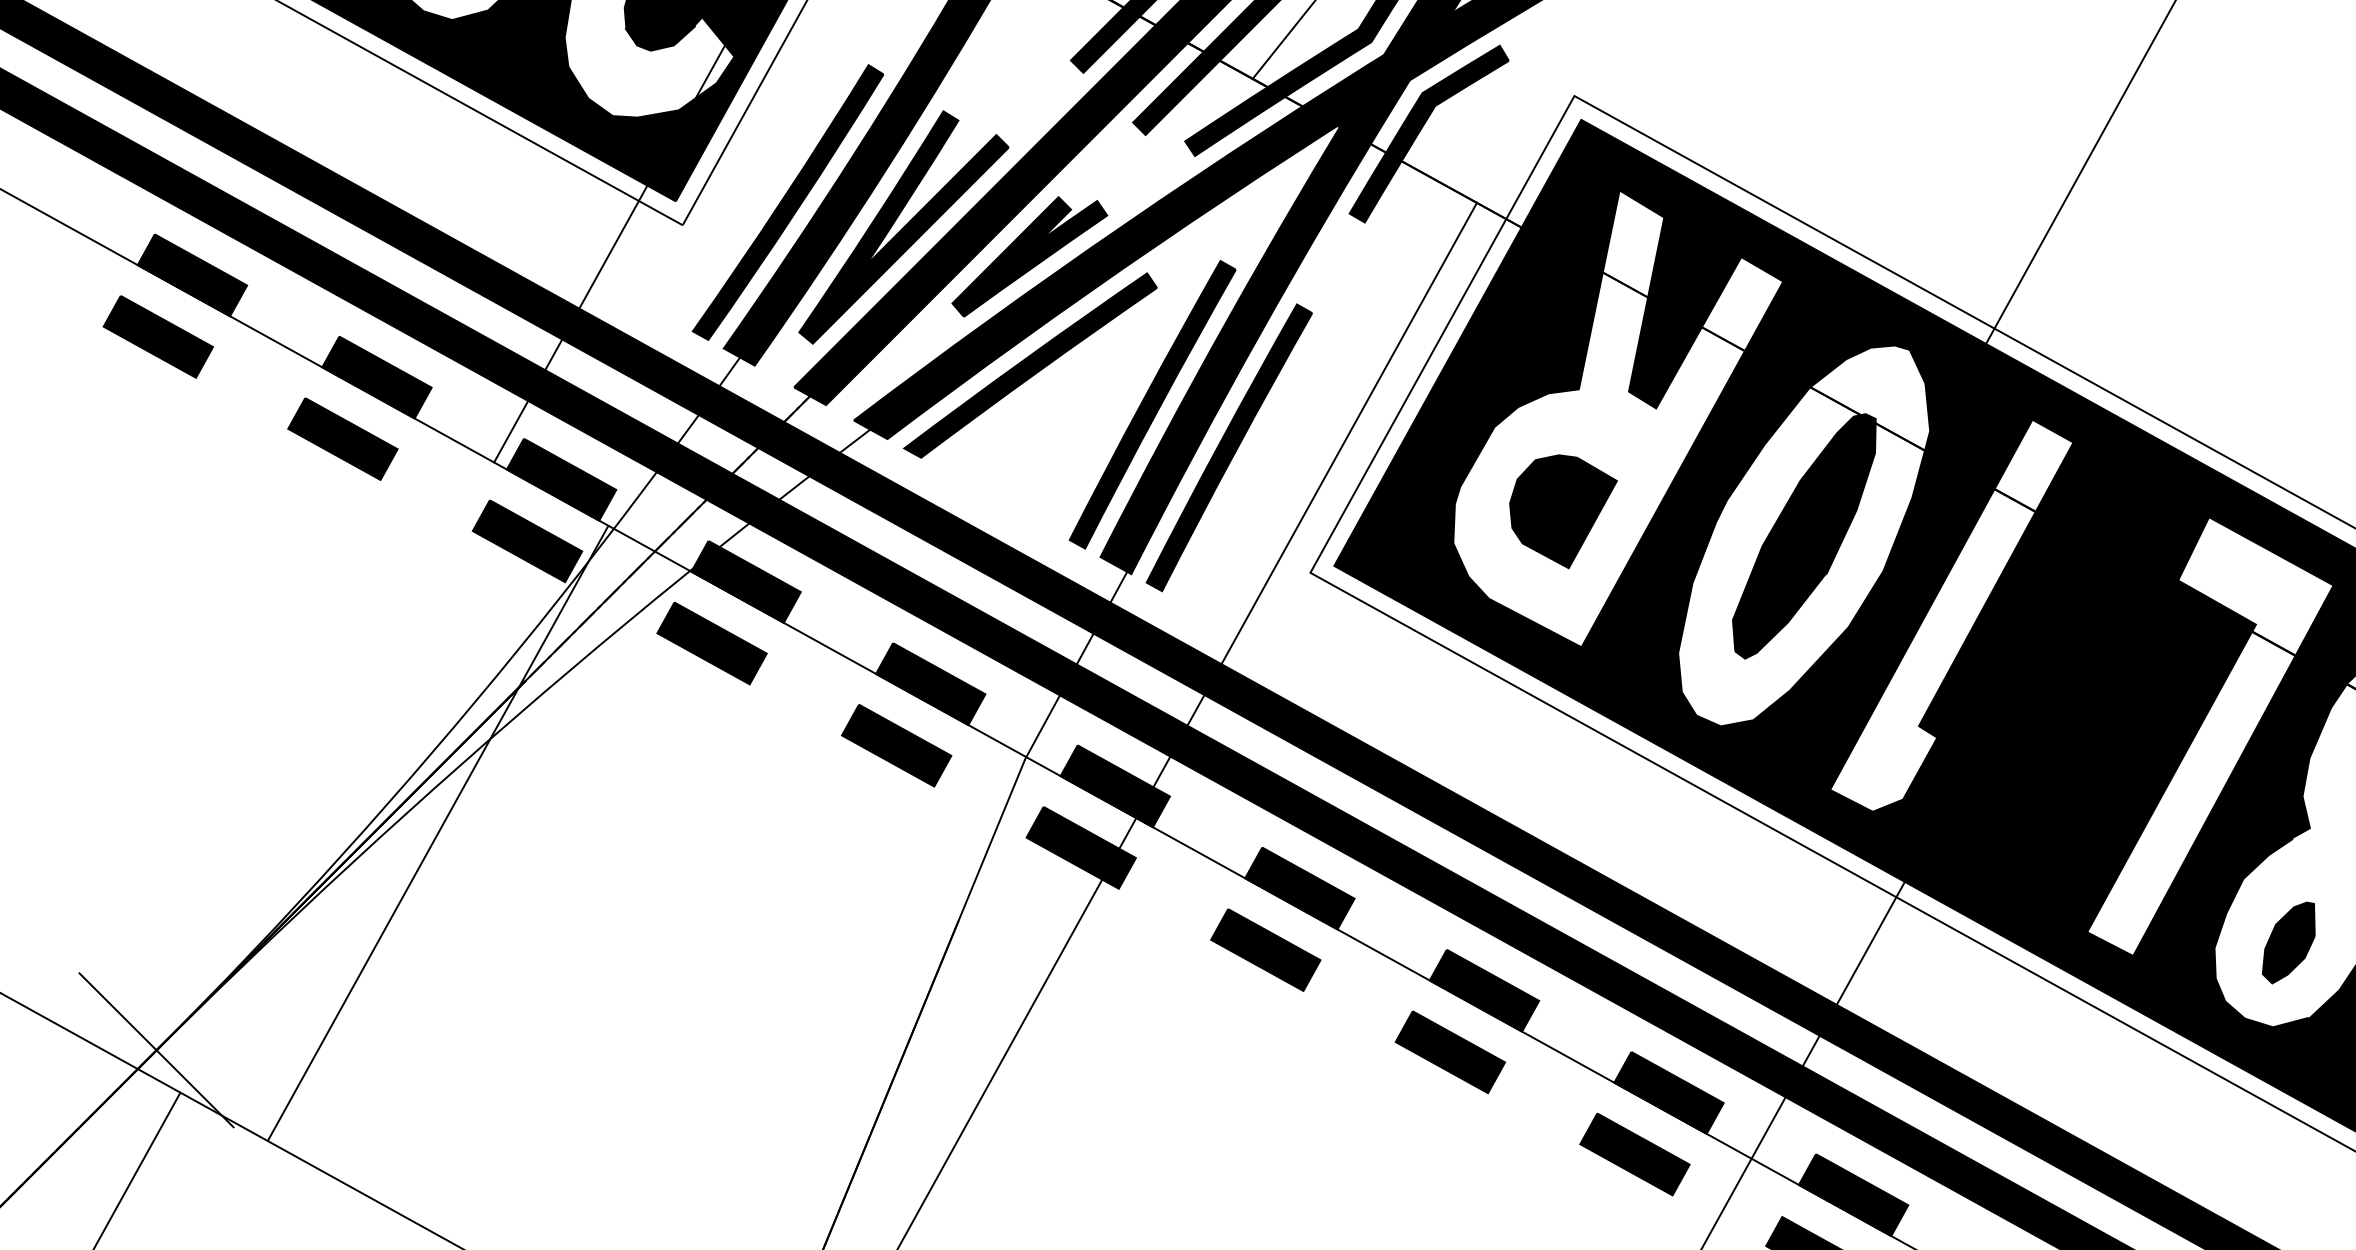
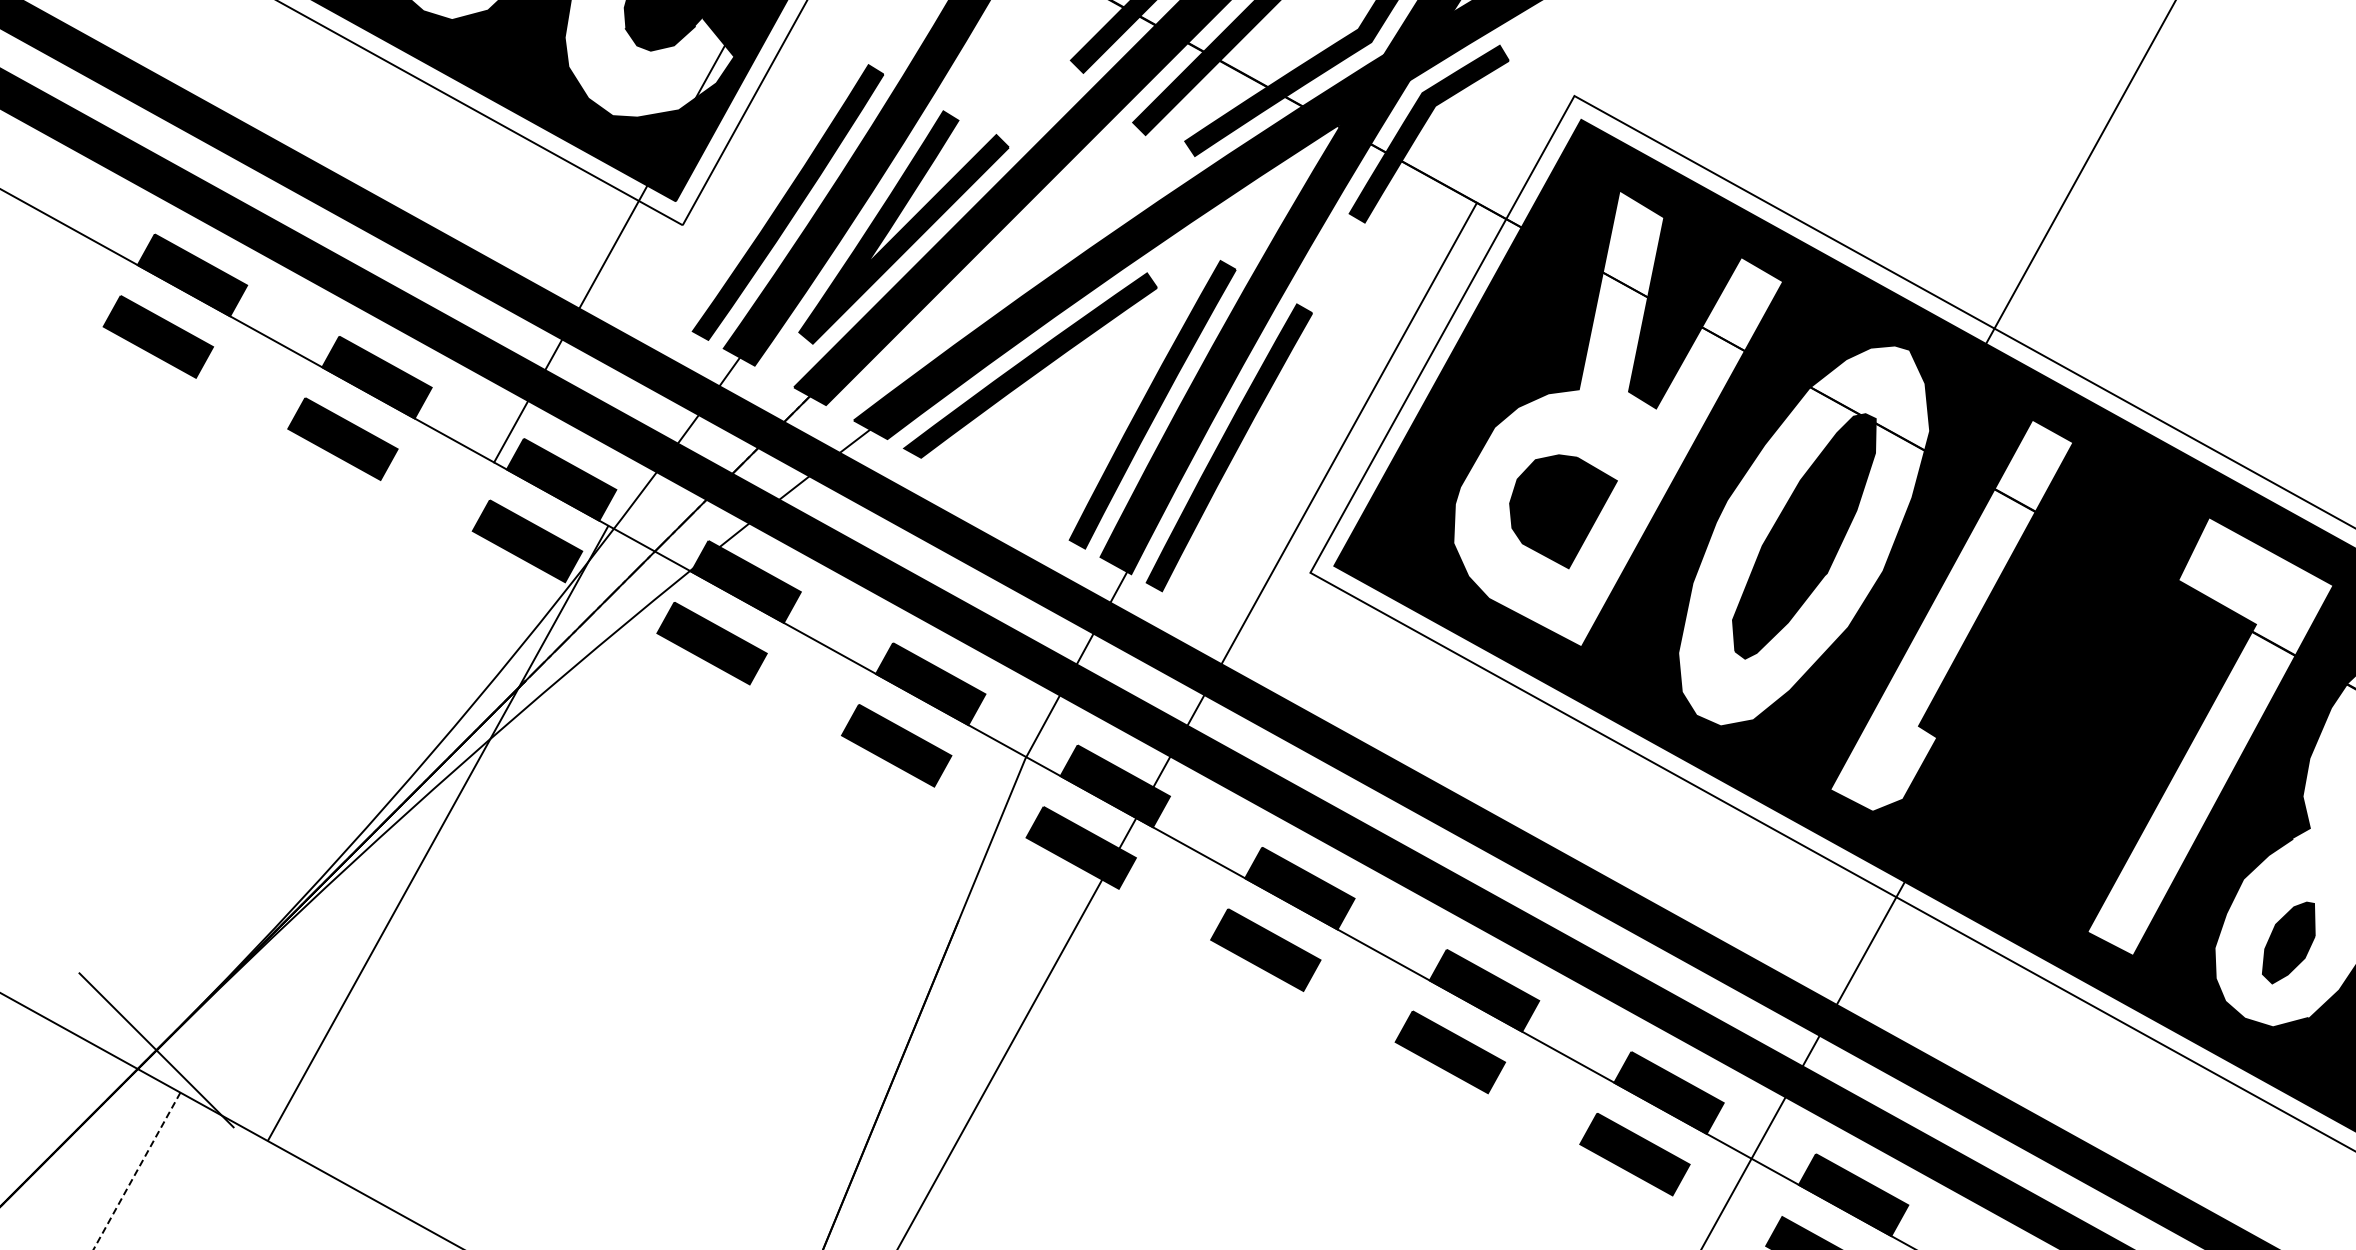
line at (1282, 40): present -> none
part at (1029, 256): present -> none
line at (137, 1171): solid -> dashed
